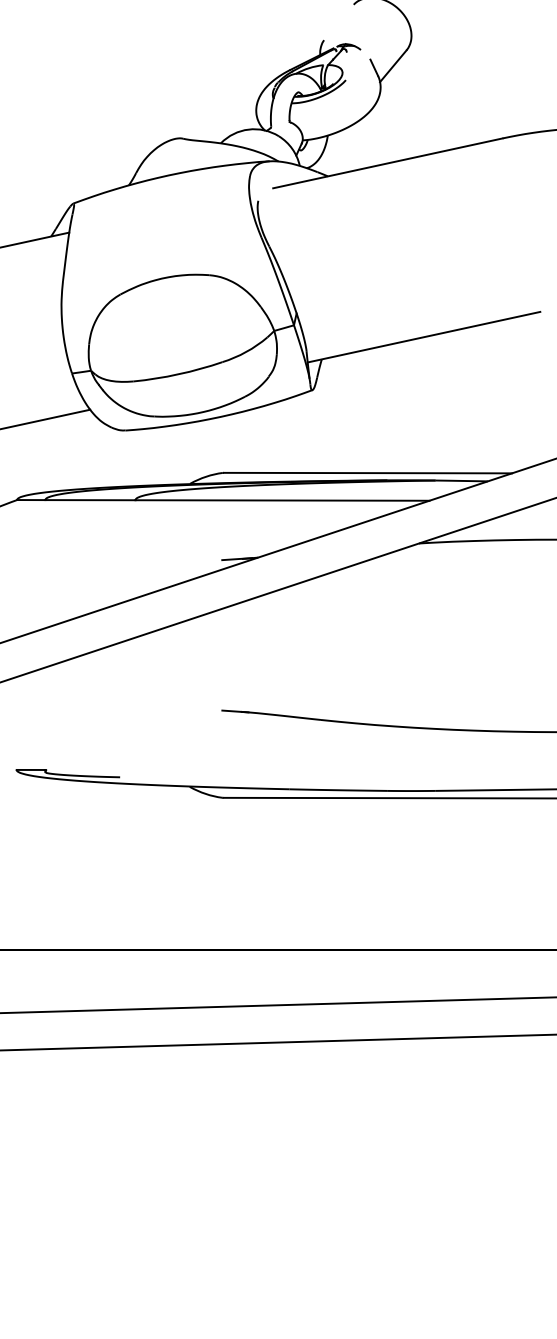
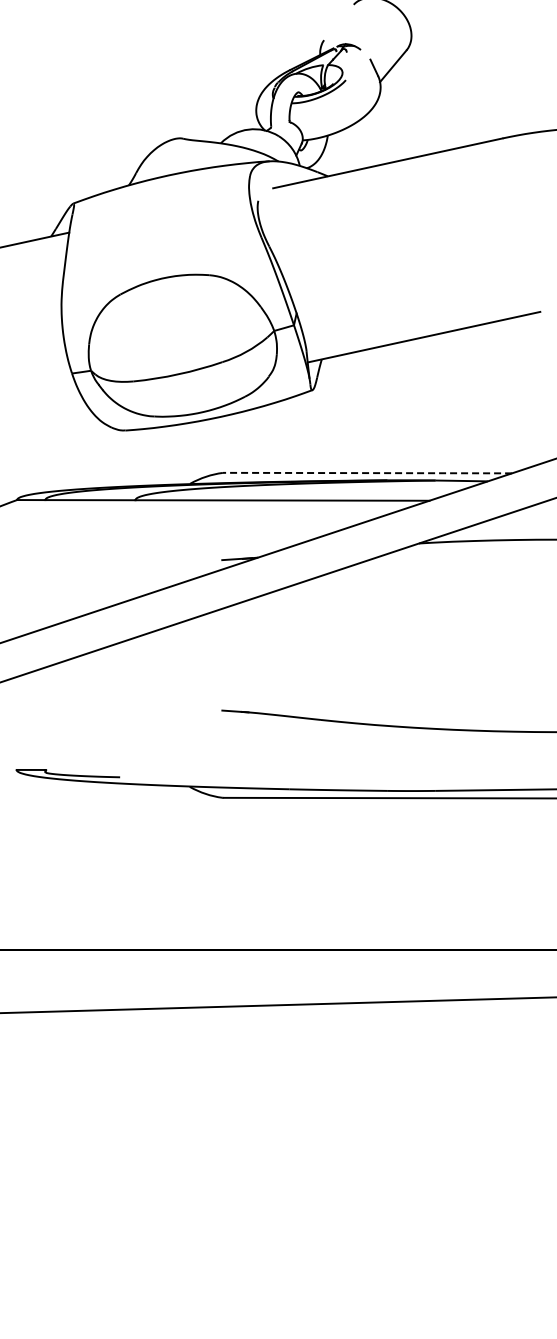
line at (46, 418): present -> none
line at (367, 473): solid -> dashed
line at (277, 1042): present -> none
